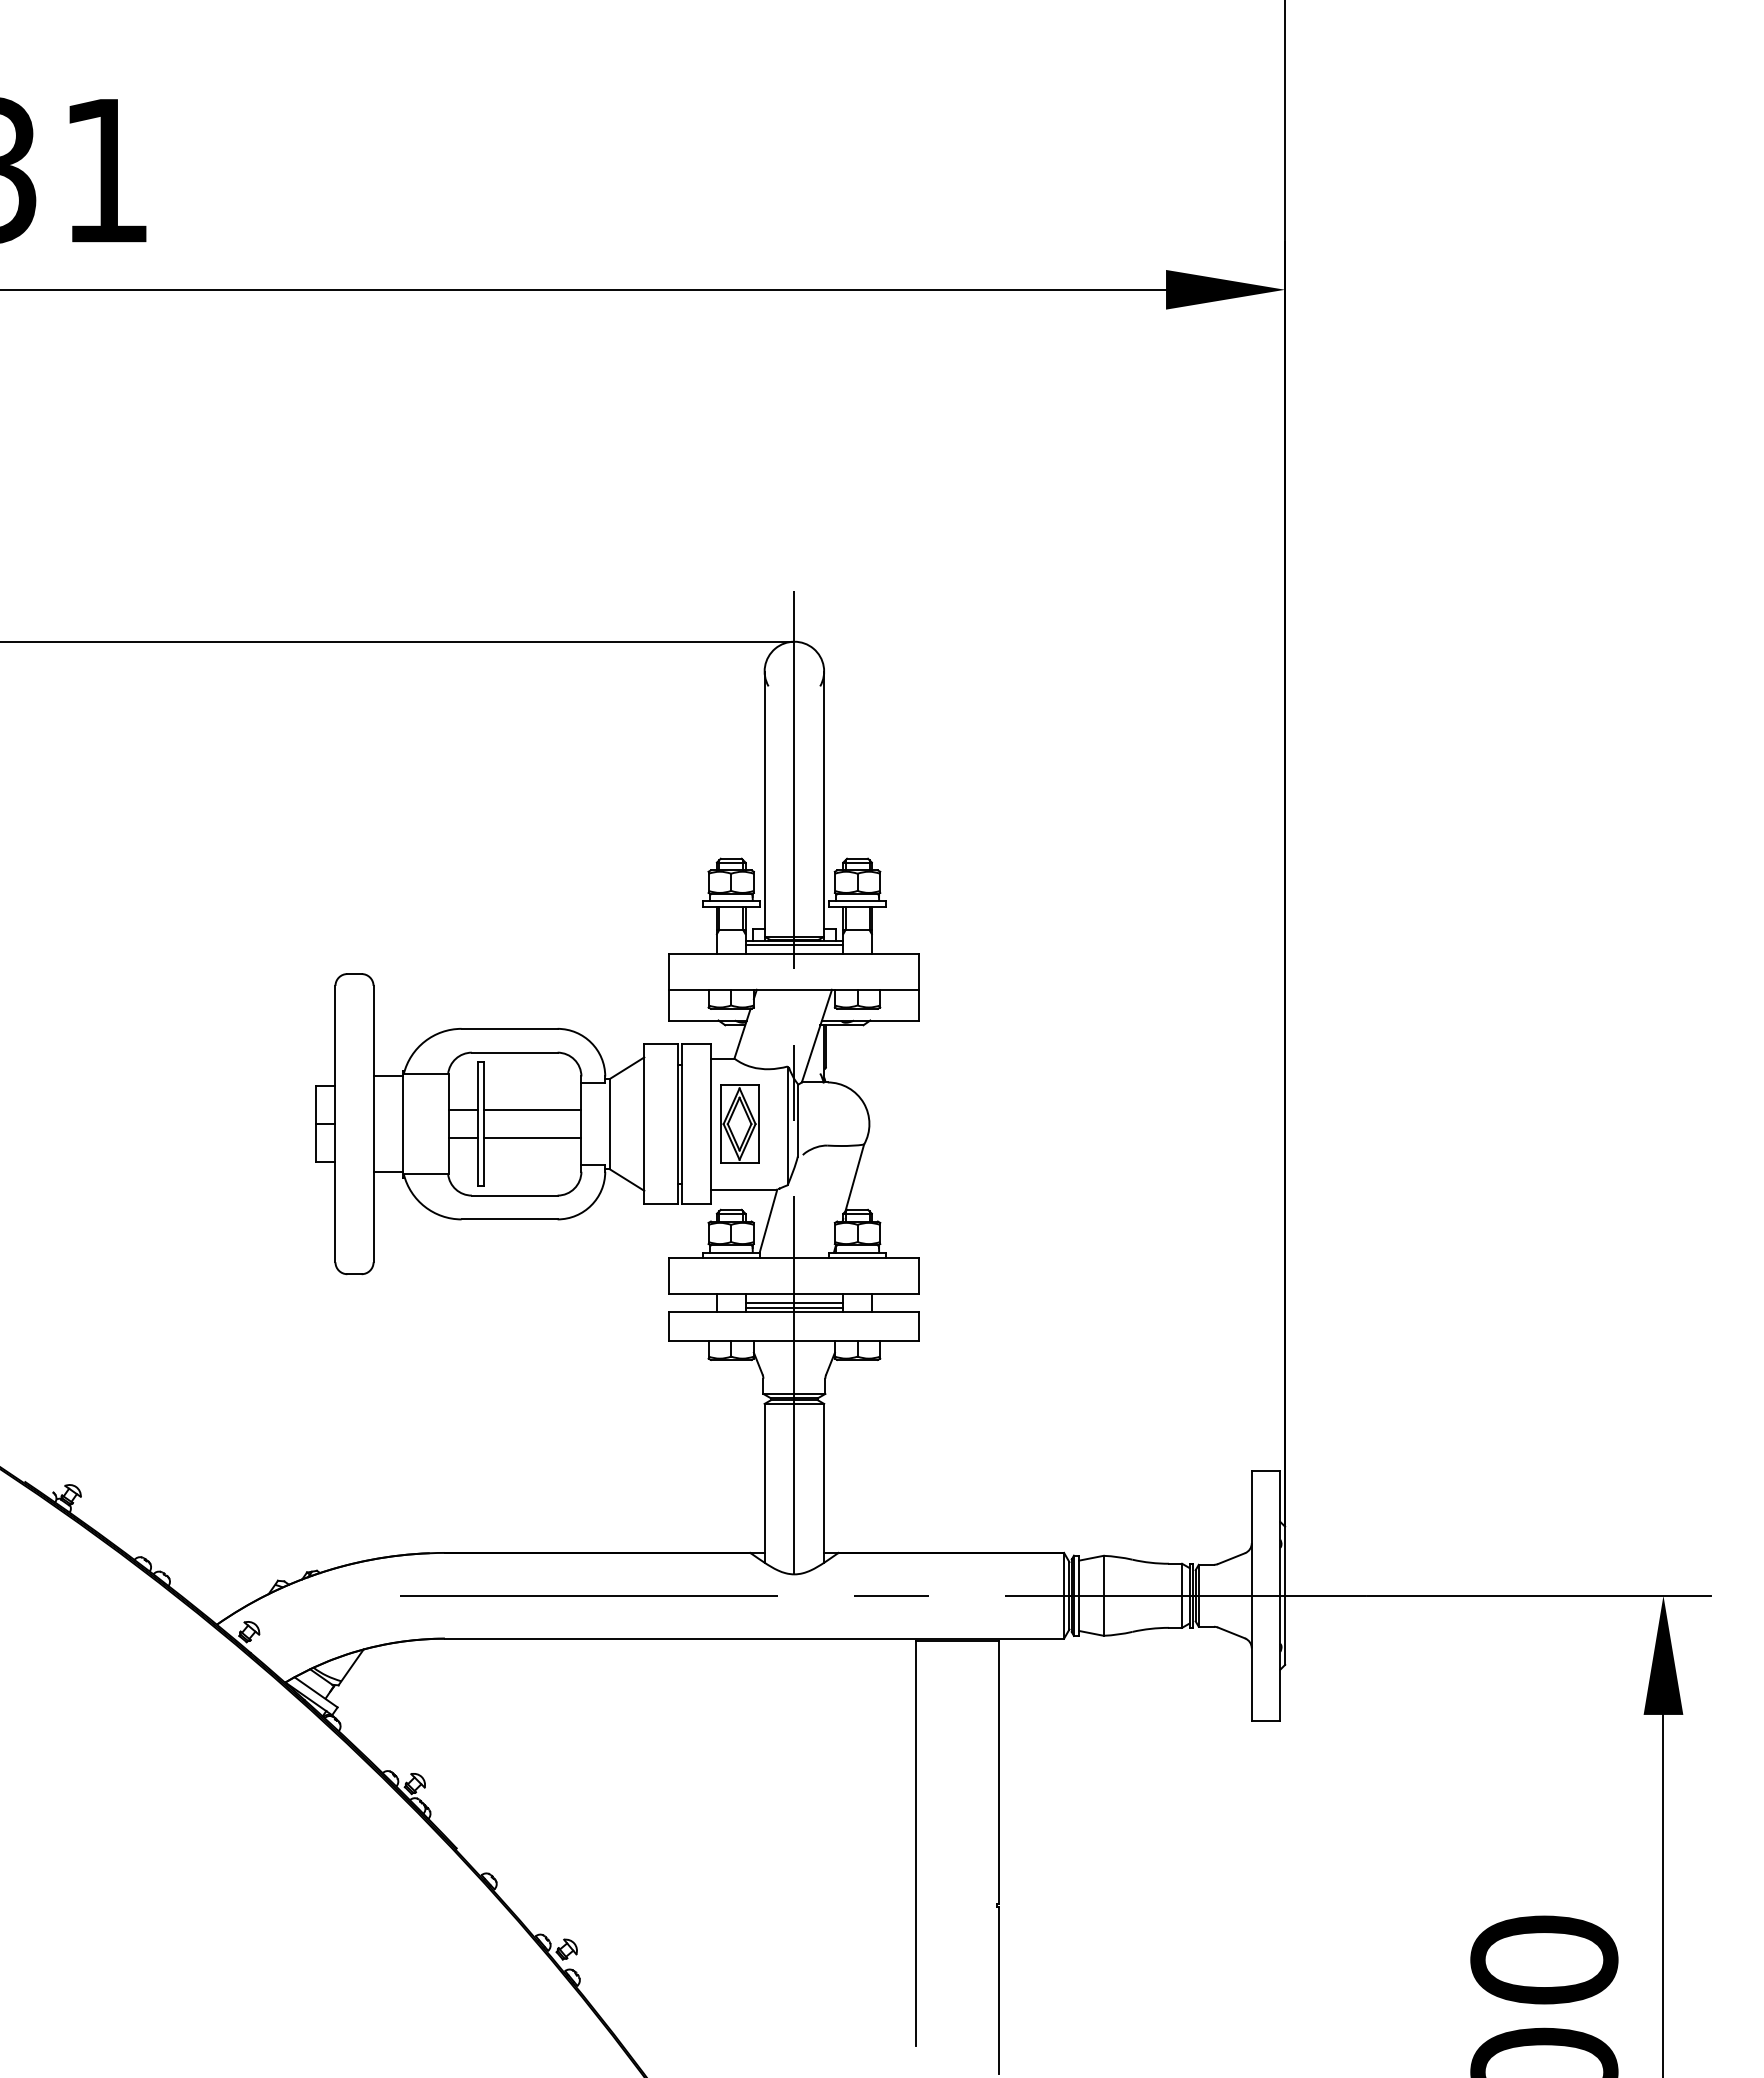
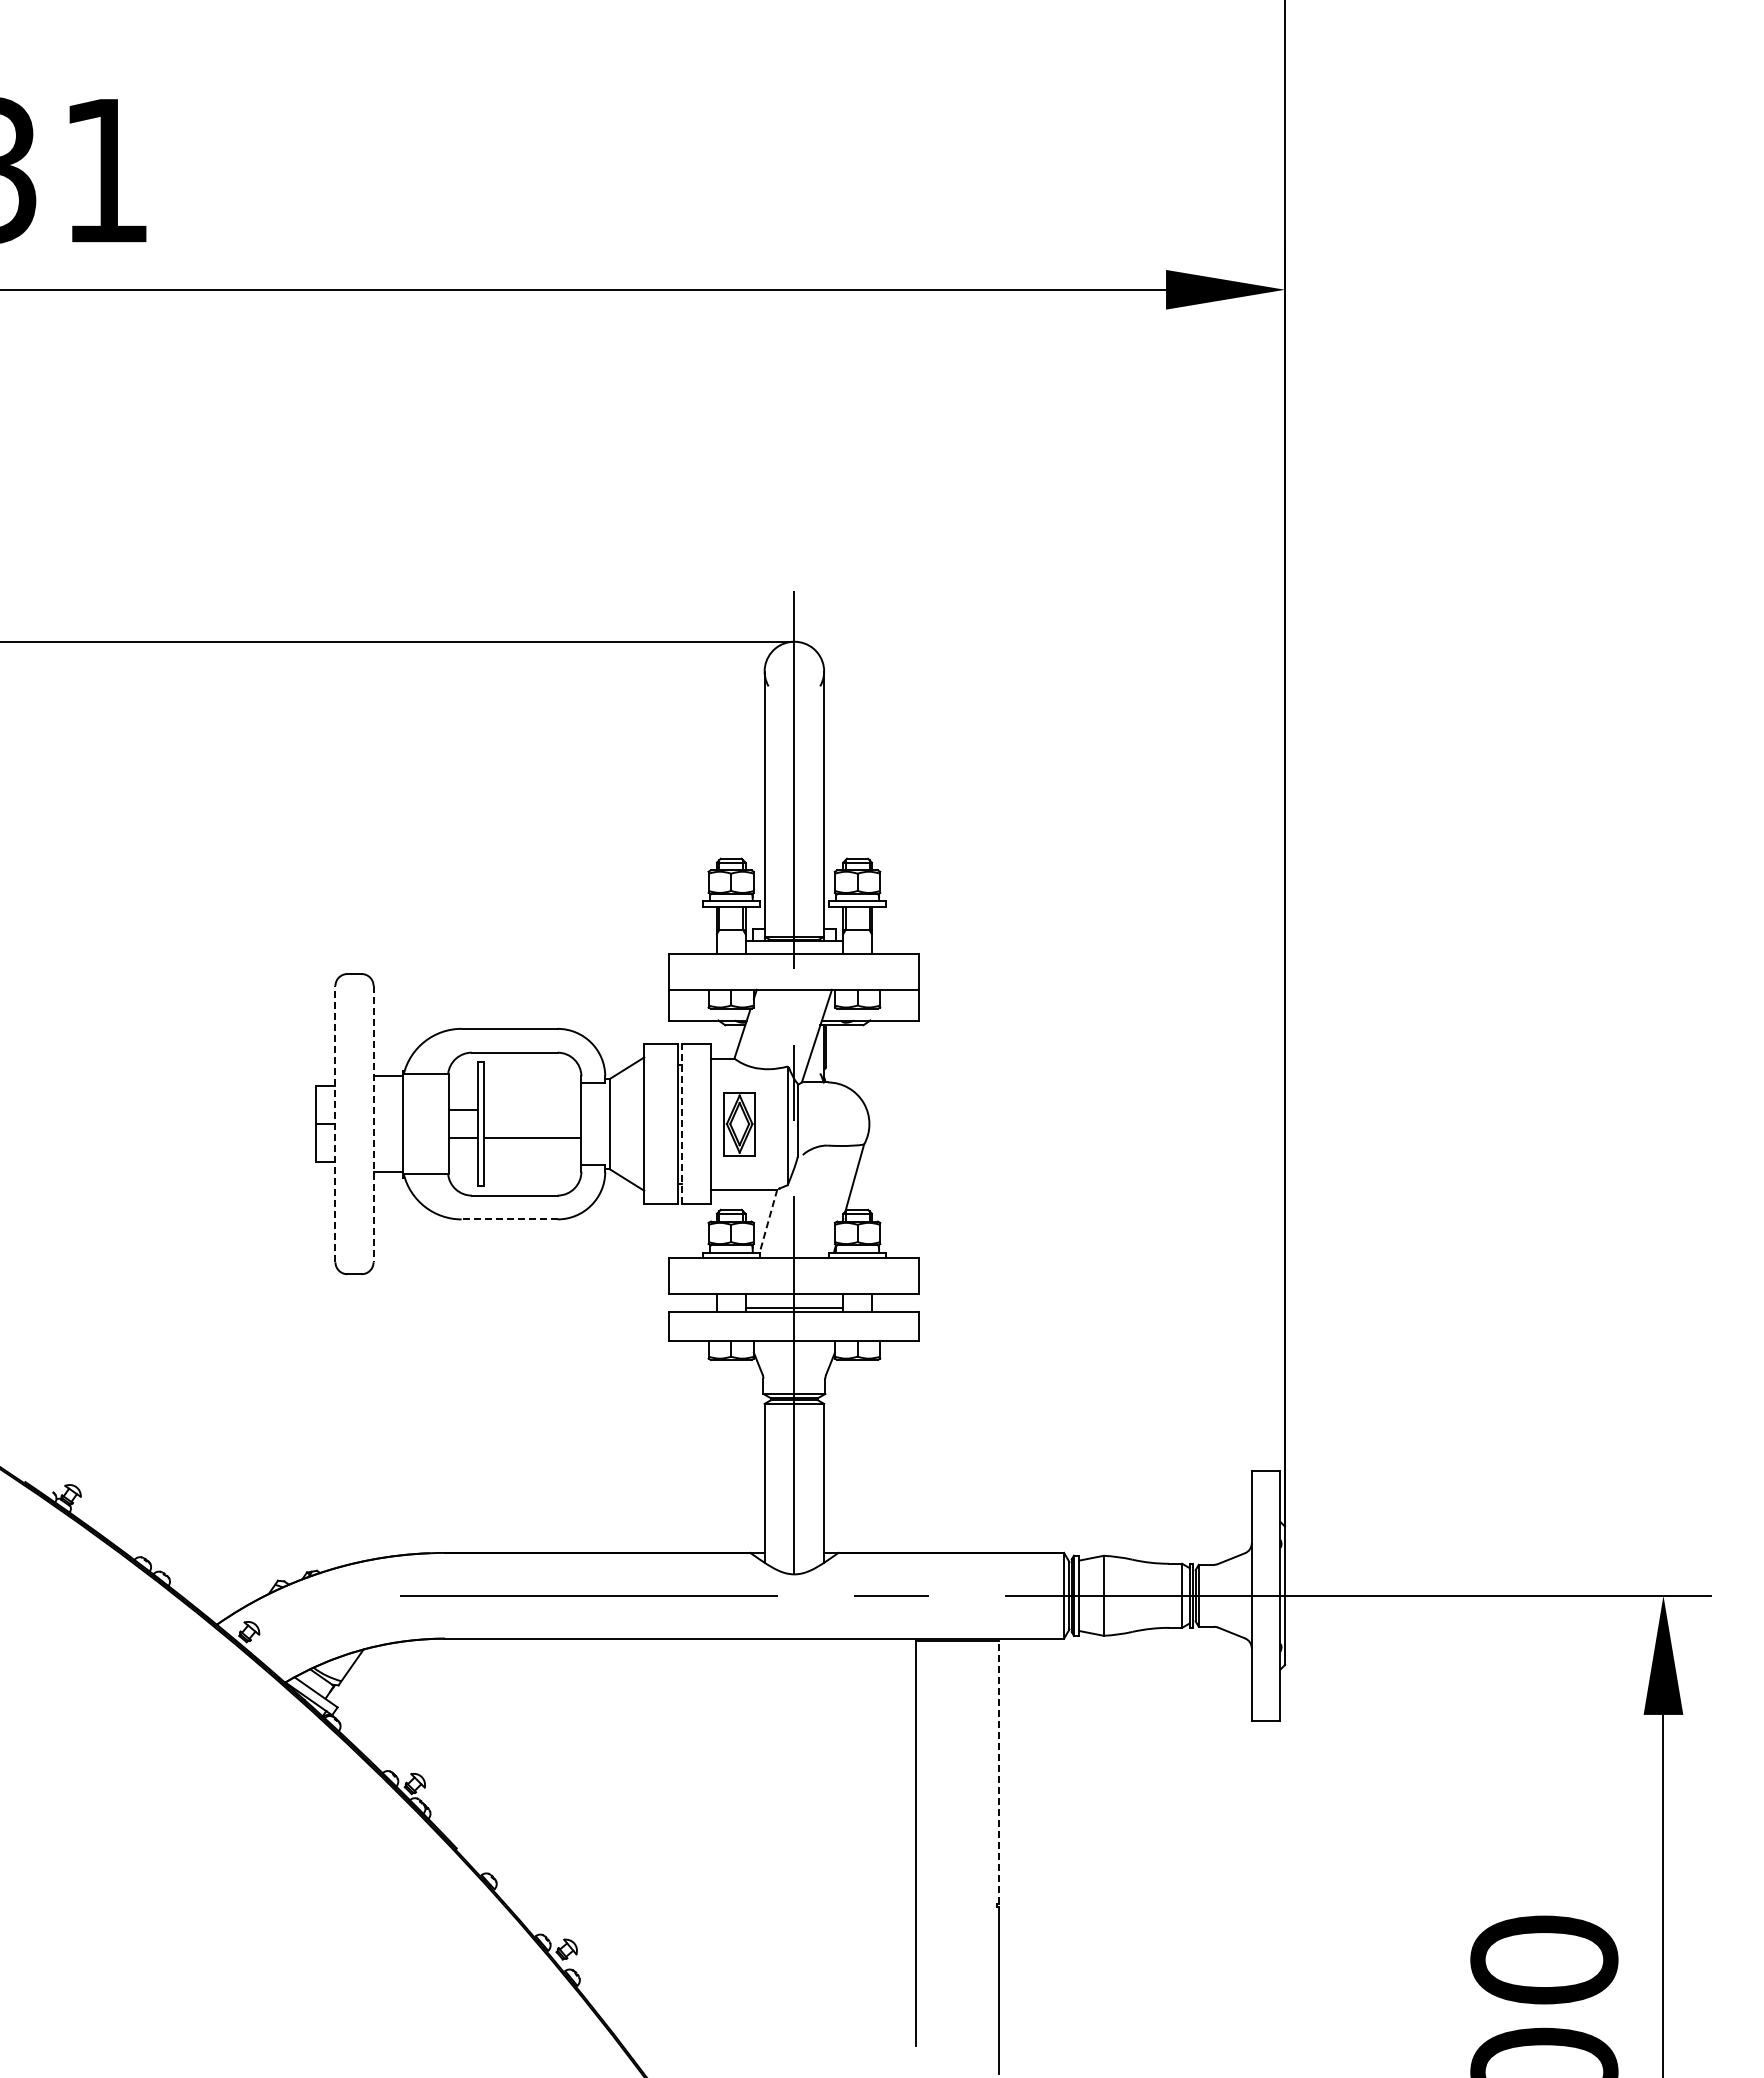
line at (794, 945): present -> none
line at (532, 1109): present -> none
line at (335, 1123): solid -> dashed
line at (682, 1123): solid -> dashed
part at (739, 1123) size: 40x80 px -> 33x65 px
line at (373, 1124): solid -> dashed
line at (509, 1219): solid -> dashed
line at (768, 1221): solid -> dashed
line at (794, 1302): present -> none
line at (999, 1772): solid -> dashed
